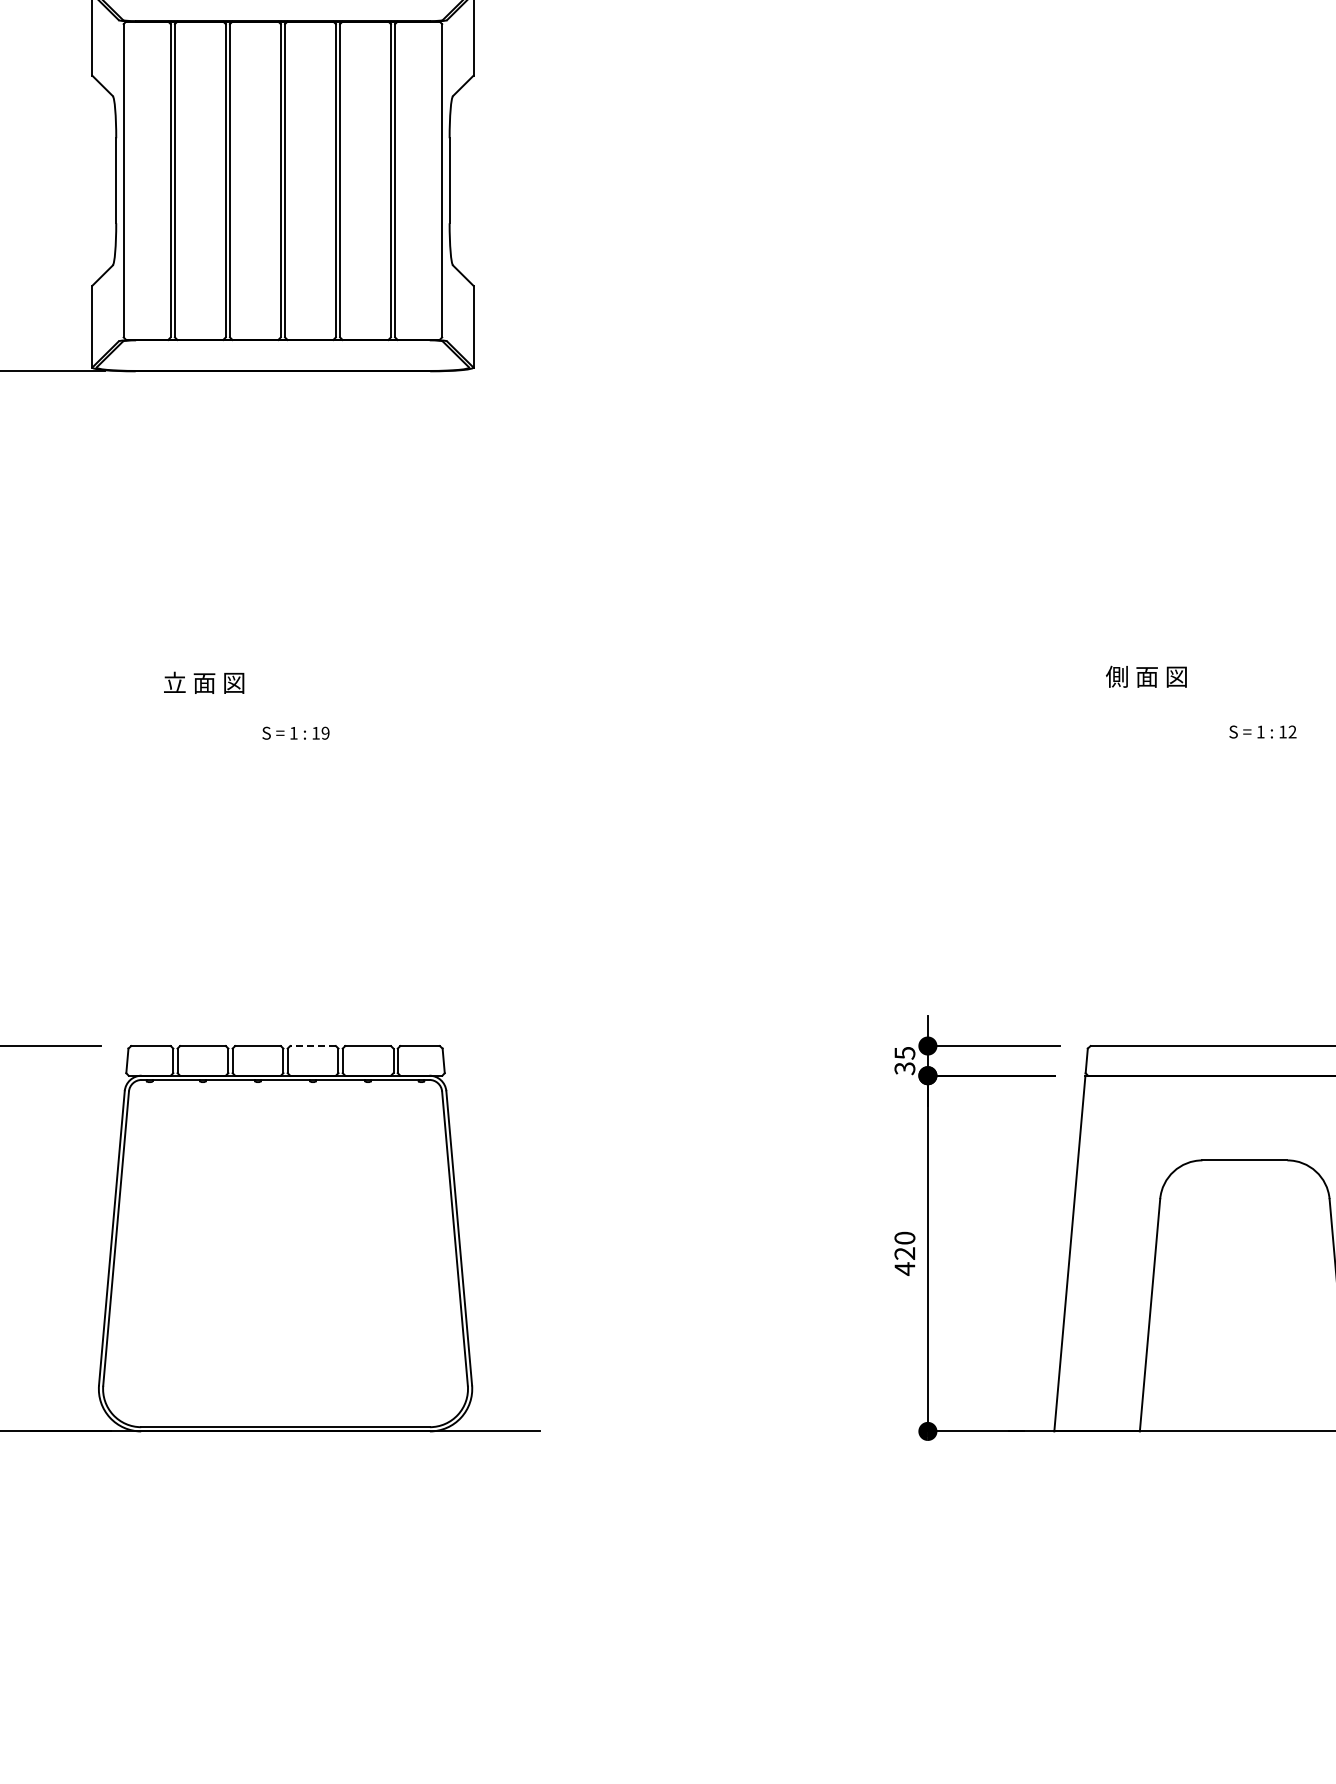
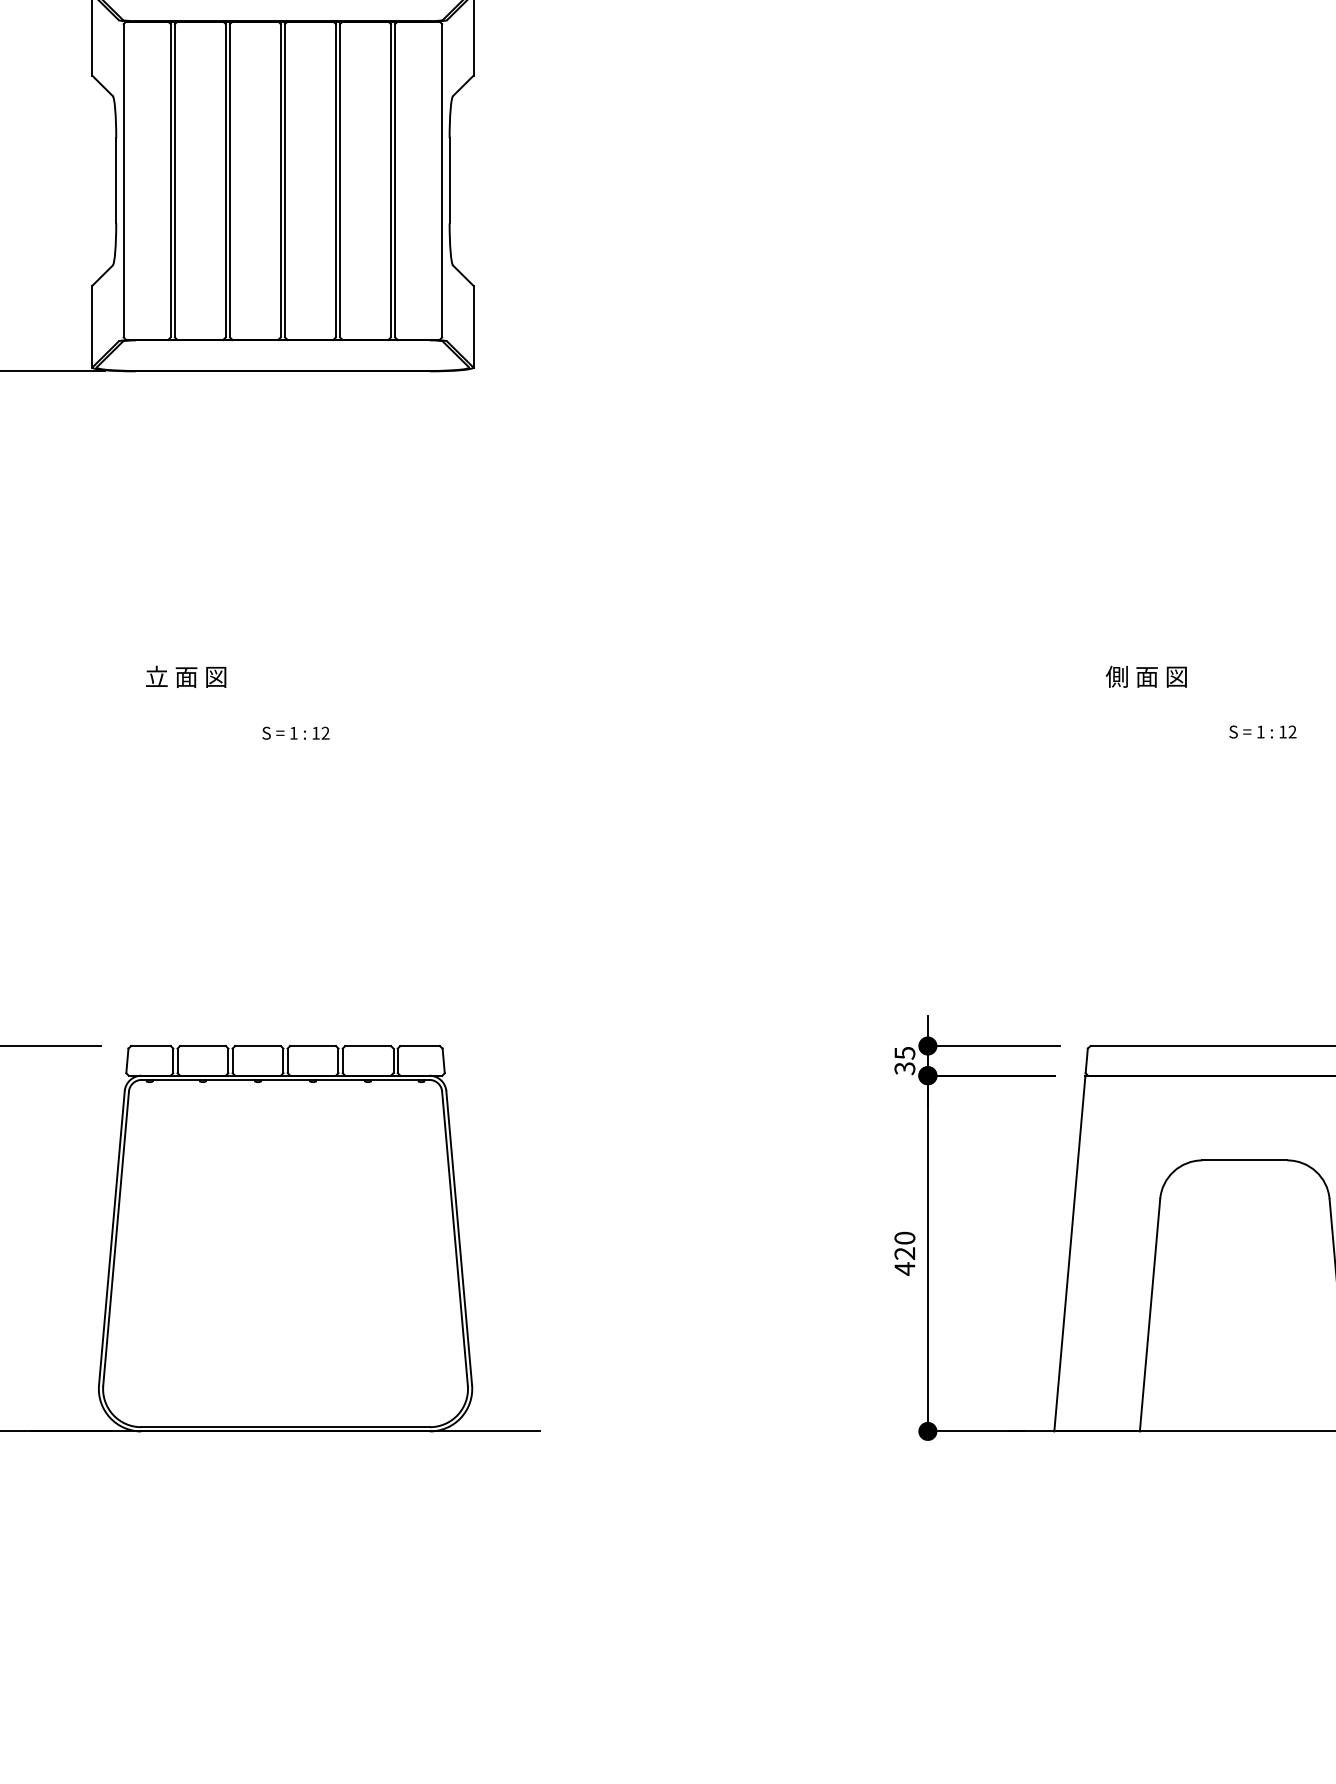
text at (204, 682) position: (204, 682) -> (186, 676)
text at (325, 733): 19 -> 12
line at (313, 1046): dashed -> solid
